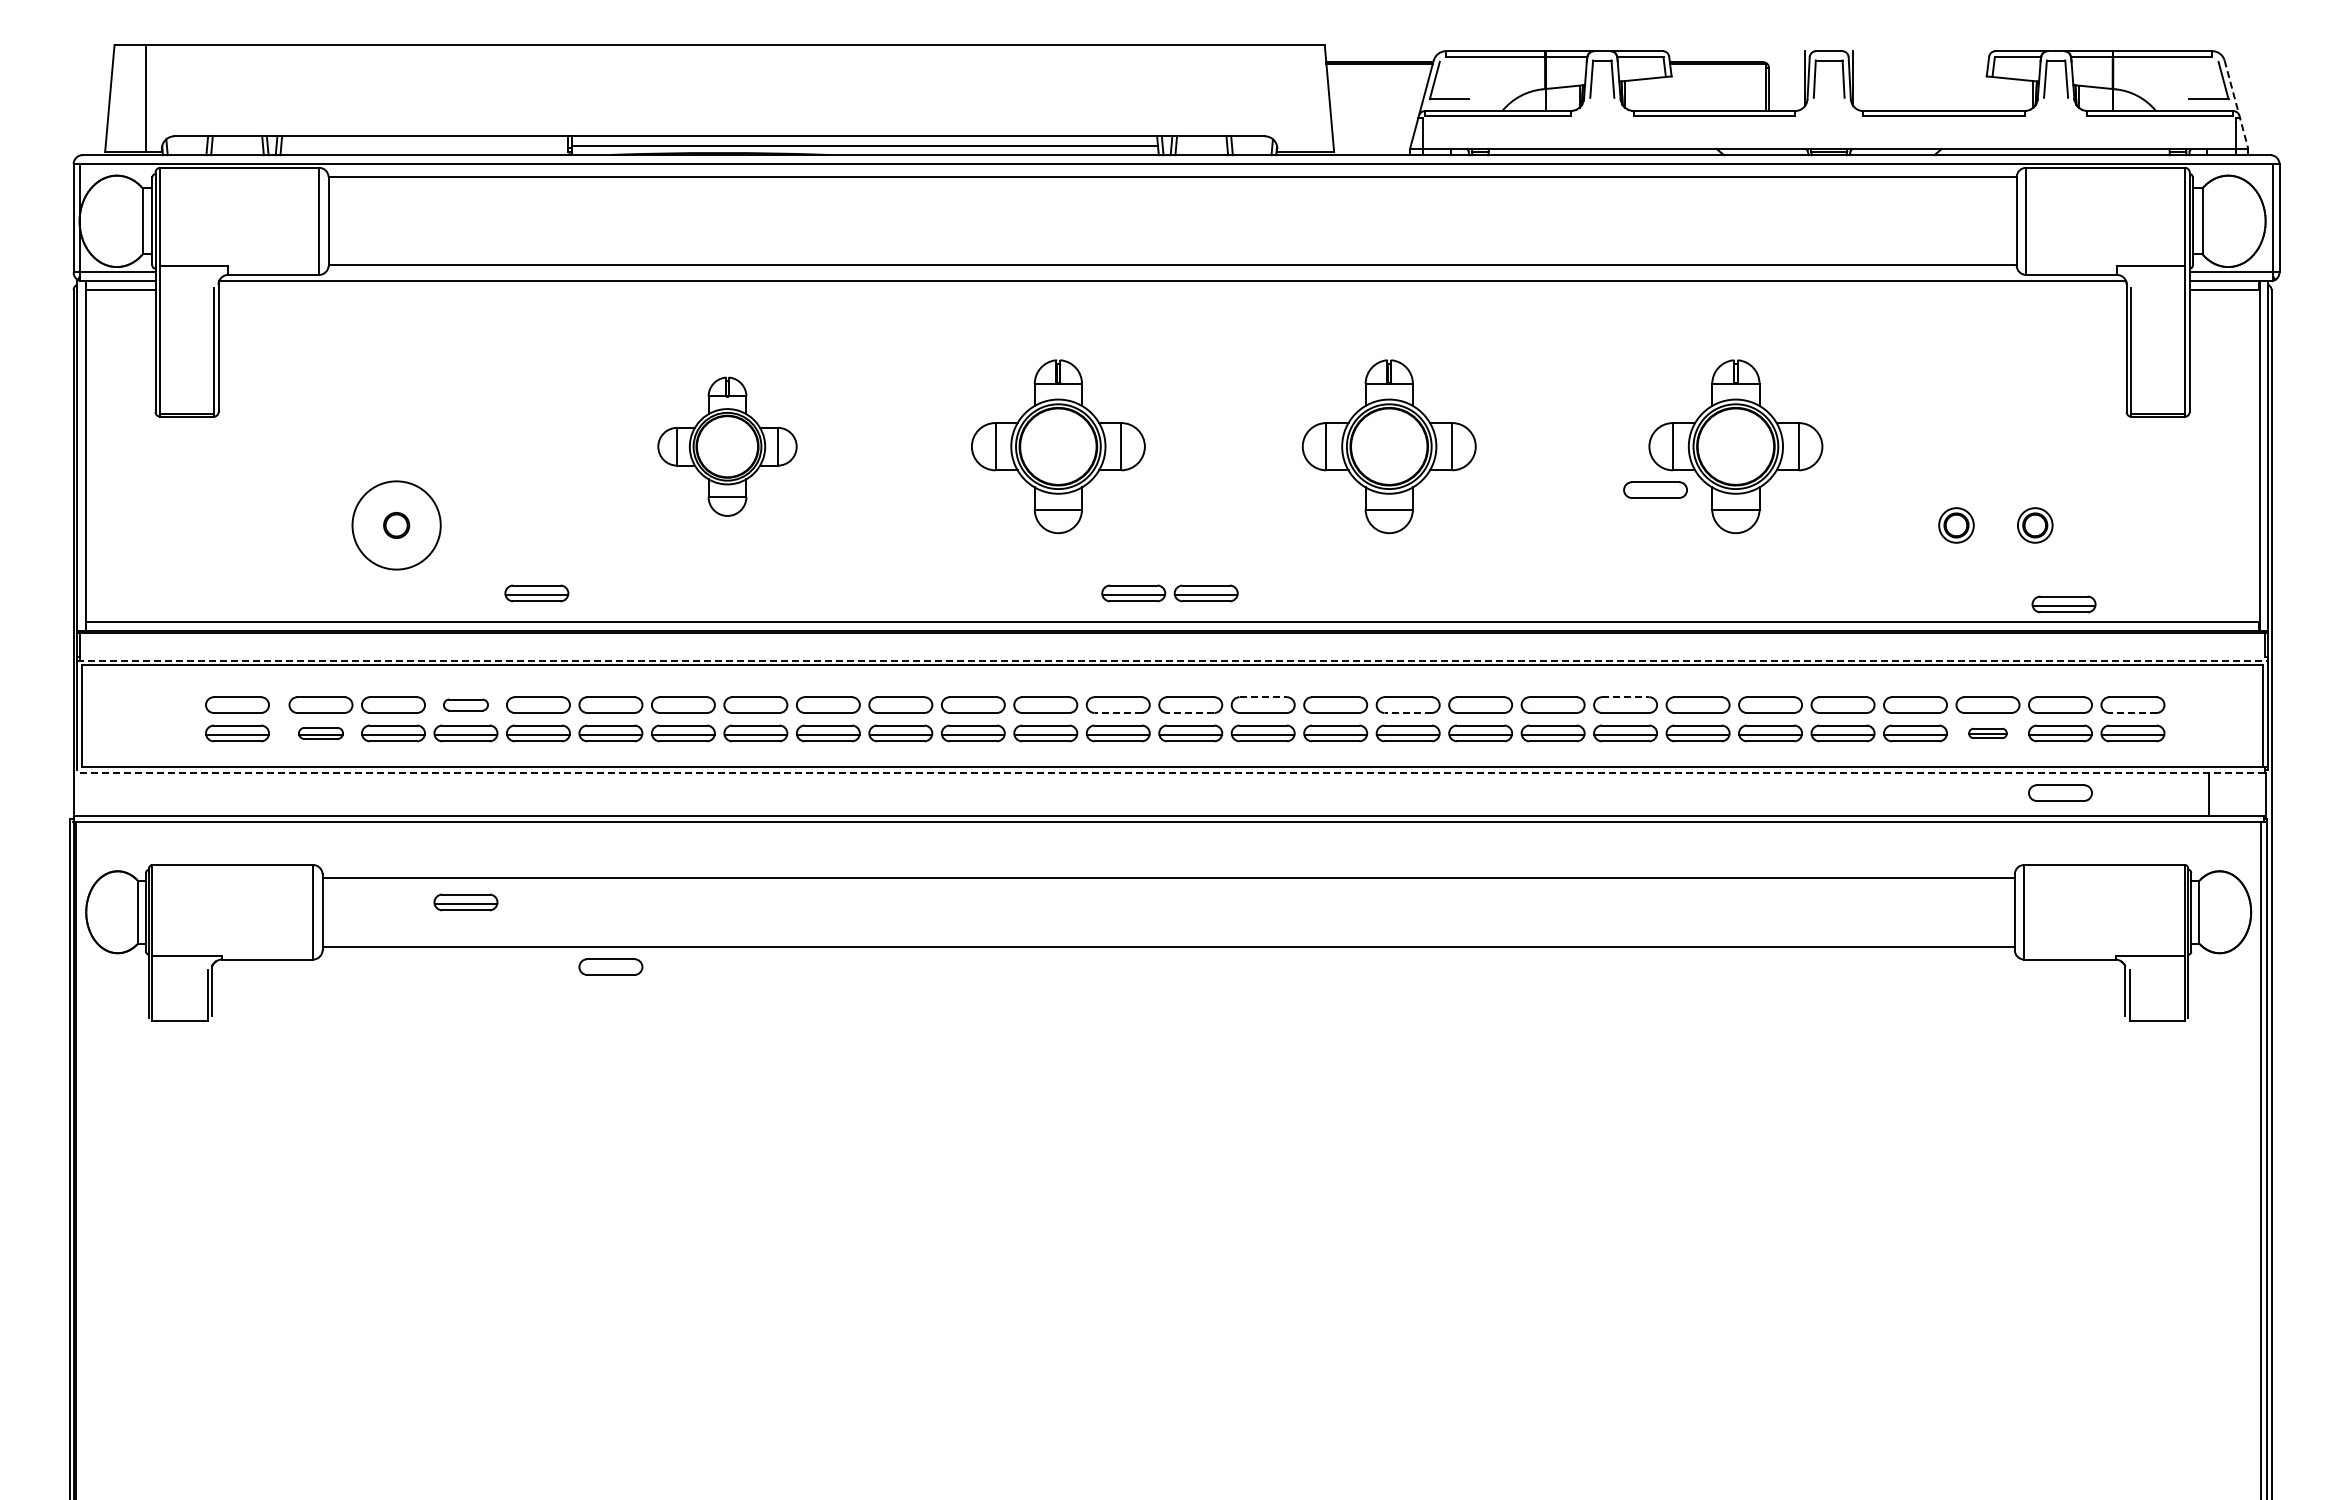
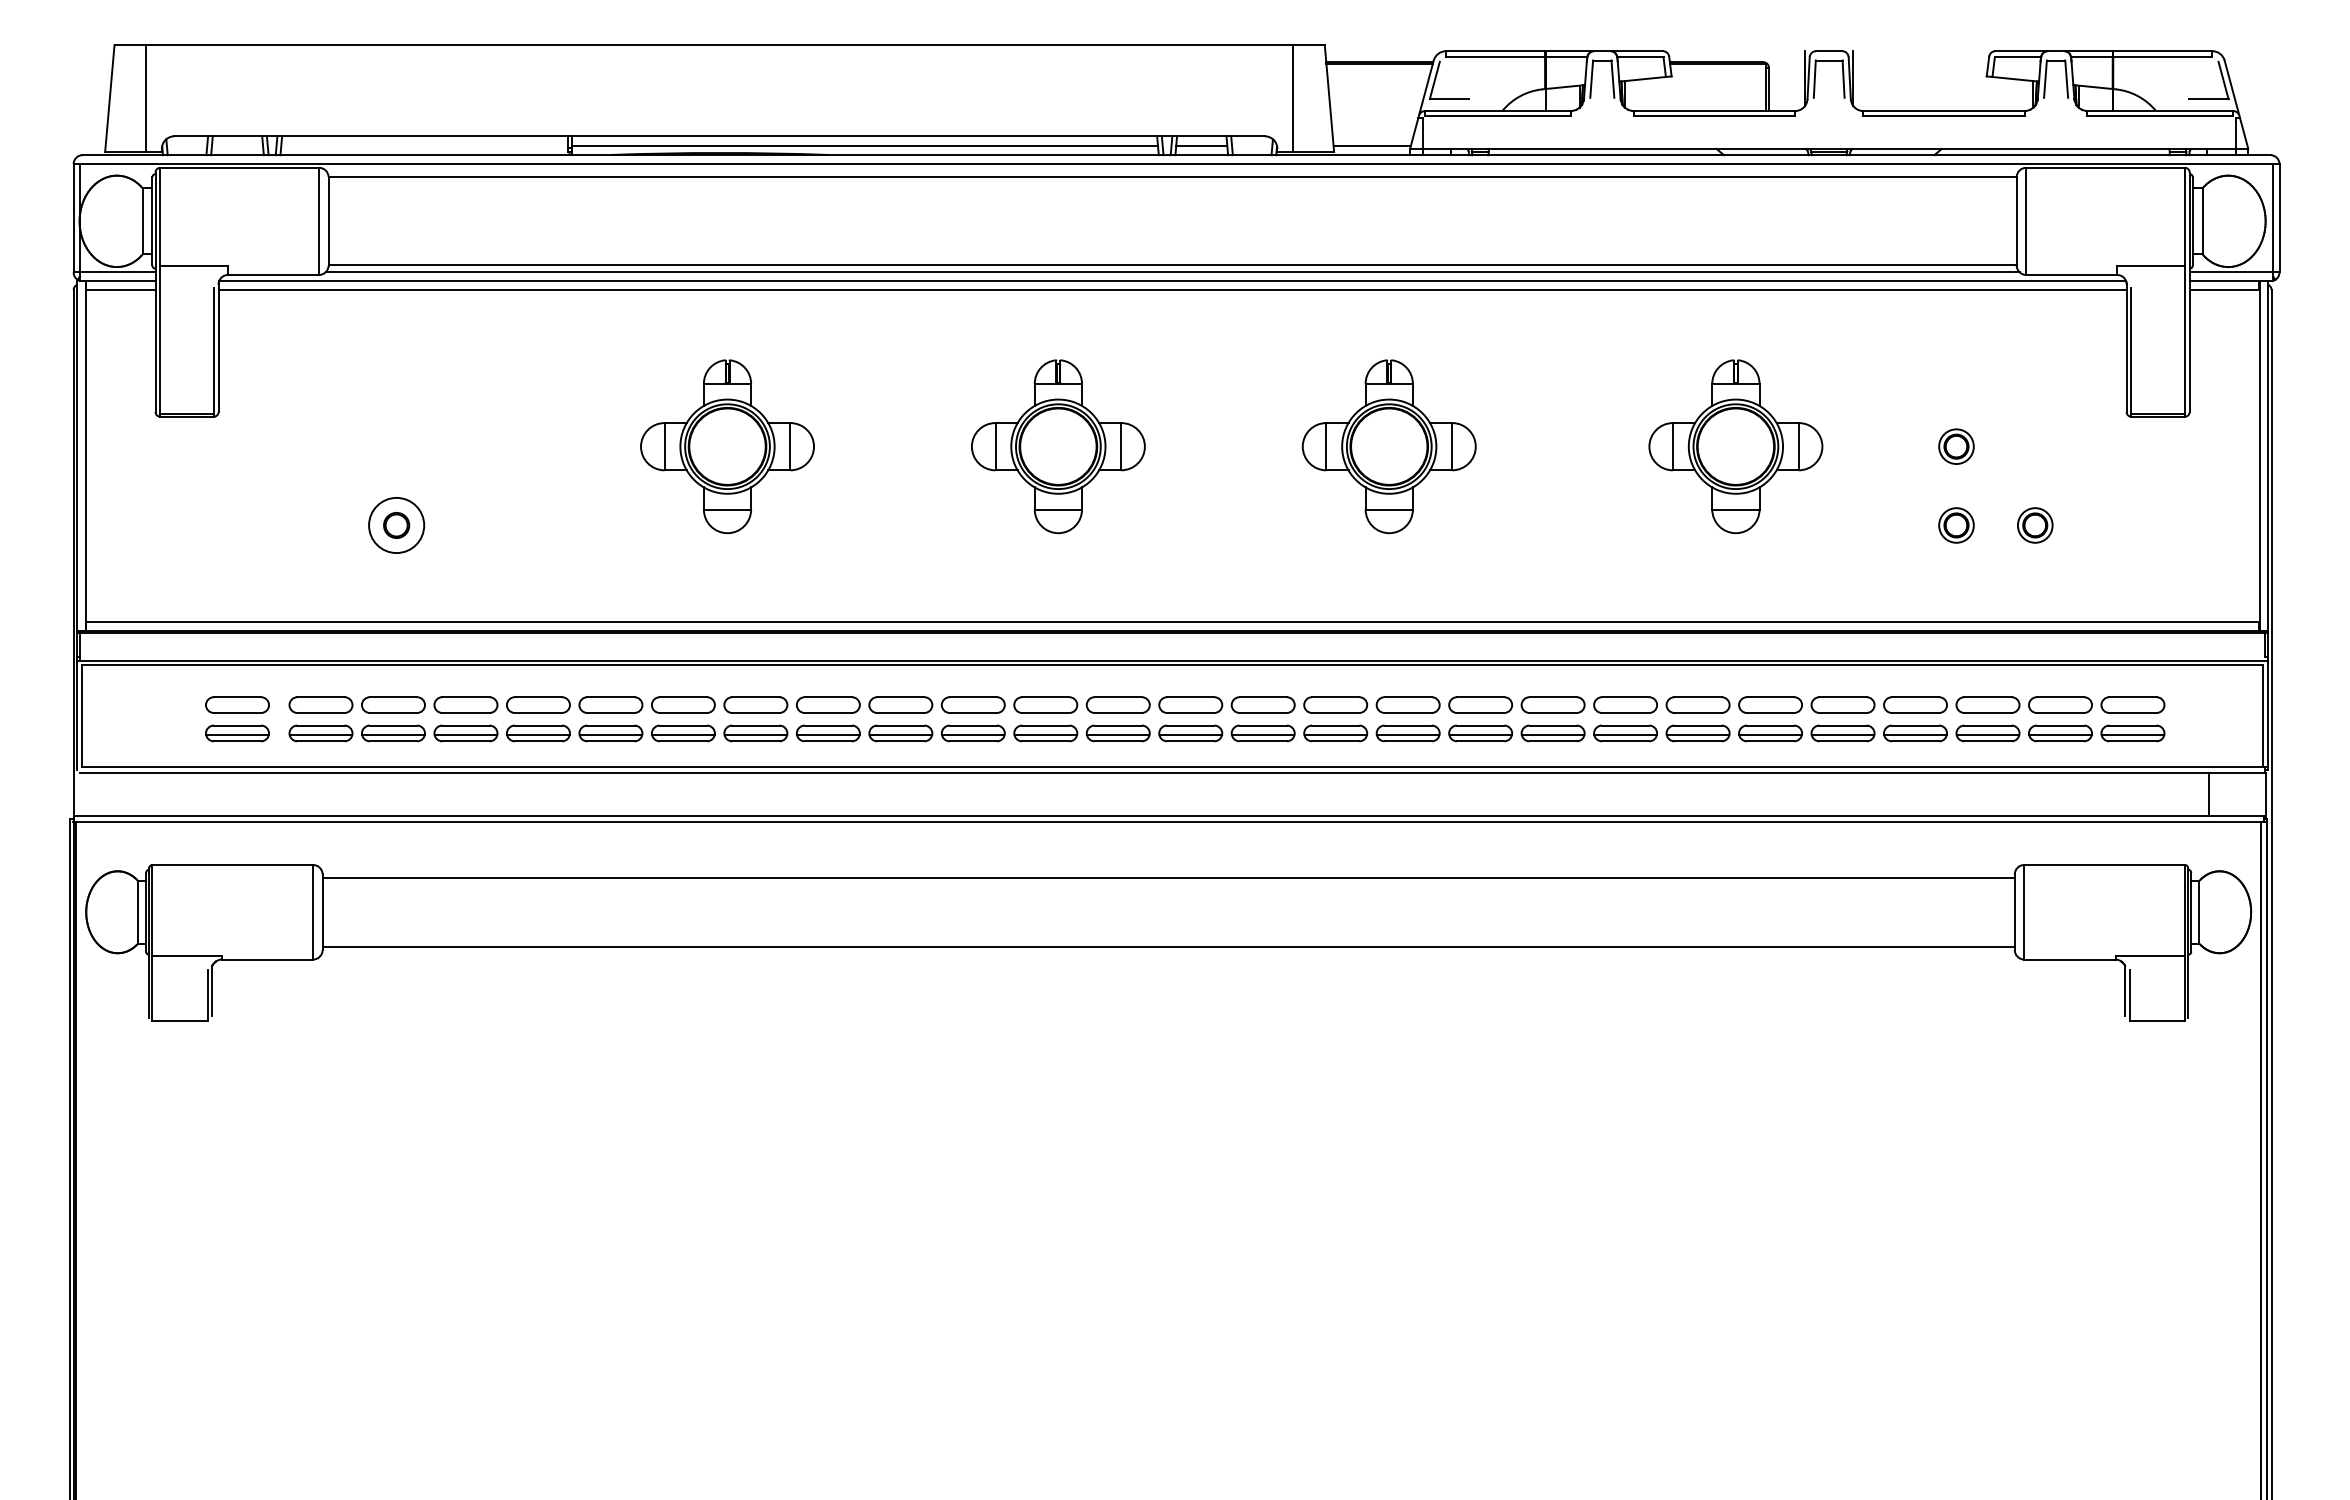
line at (1293, 98): none -> present
line at (2236, 104): dashed -> solid
line at (1201, 145): none -> present
line at (1371, 145): none -> present
line at (1172, 272): none -> present
line at (1172, 290): none -> present
part at (727, 446) size: 141x141 px -> 175x176 px
part at (1956, 446): none -> present
part at (1655, 489): present -> none
circle at (396, 525) diameter: 88 px -> 55 px
part at (536, 593): present -> none
part at (1169, 593): present -> none
part at (2063, 604): present -> none
line at (1172, 660): dashed -> solid
line at (1263, 697): dashed -> solid
line at (1625, 697): dashed -> solid
part at (465, 704) size: 46x14 px -> 66x18 px
line at (1118, 712): dashed -> solid
line at (1190, 712): dashed -> solid
line at (1408, 712): dashed -> solid
line at (2132, 712): dashed -> solid
part at (1987, 732) size: 40x12 px -> 66x19 px
part at (320, 733) size: 46x13 px -> 66x19 px
line at (1172, 772): dashed -> solid
part at (2060, 792): present -> none
part at (465, 902): present -> none
part at (610, 966): present -> none
